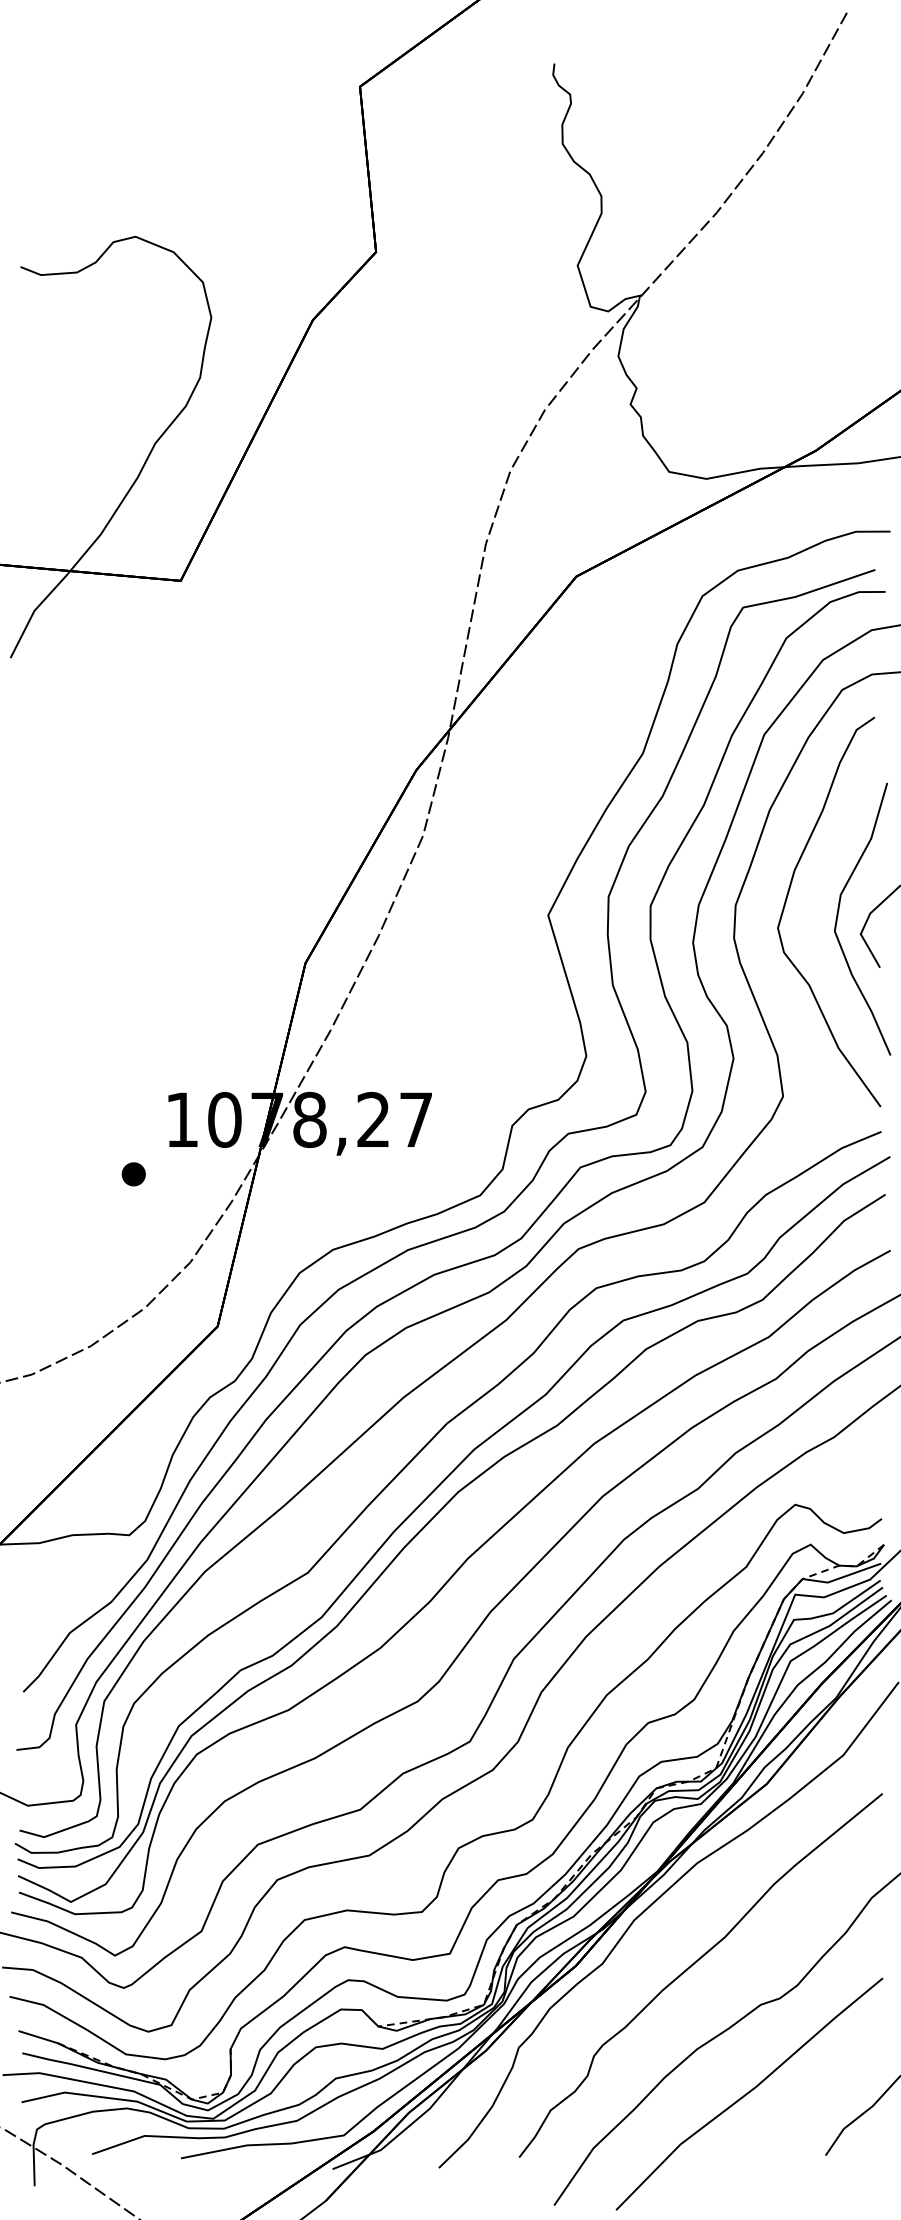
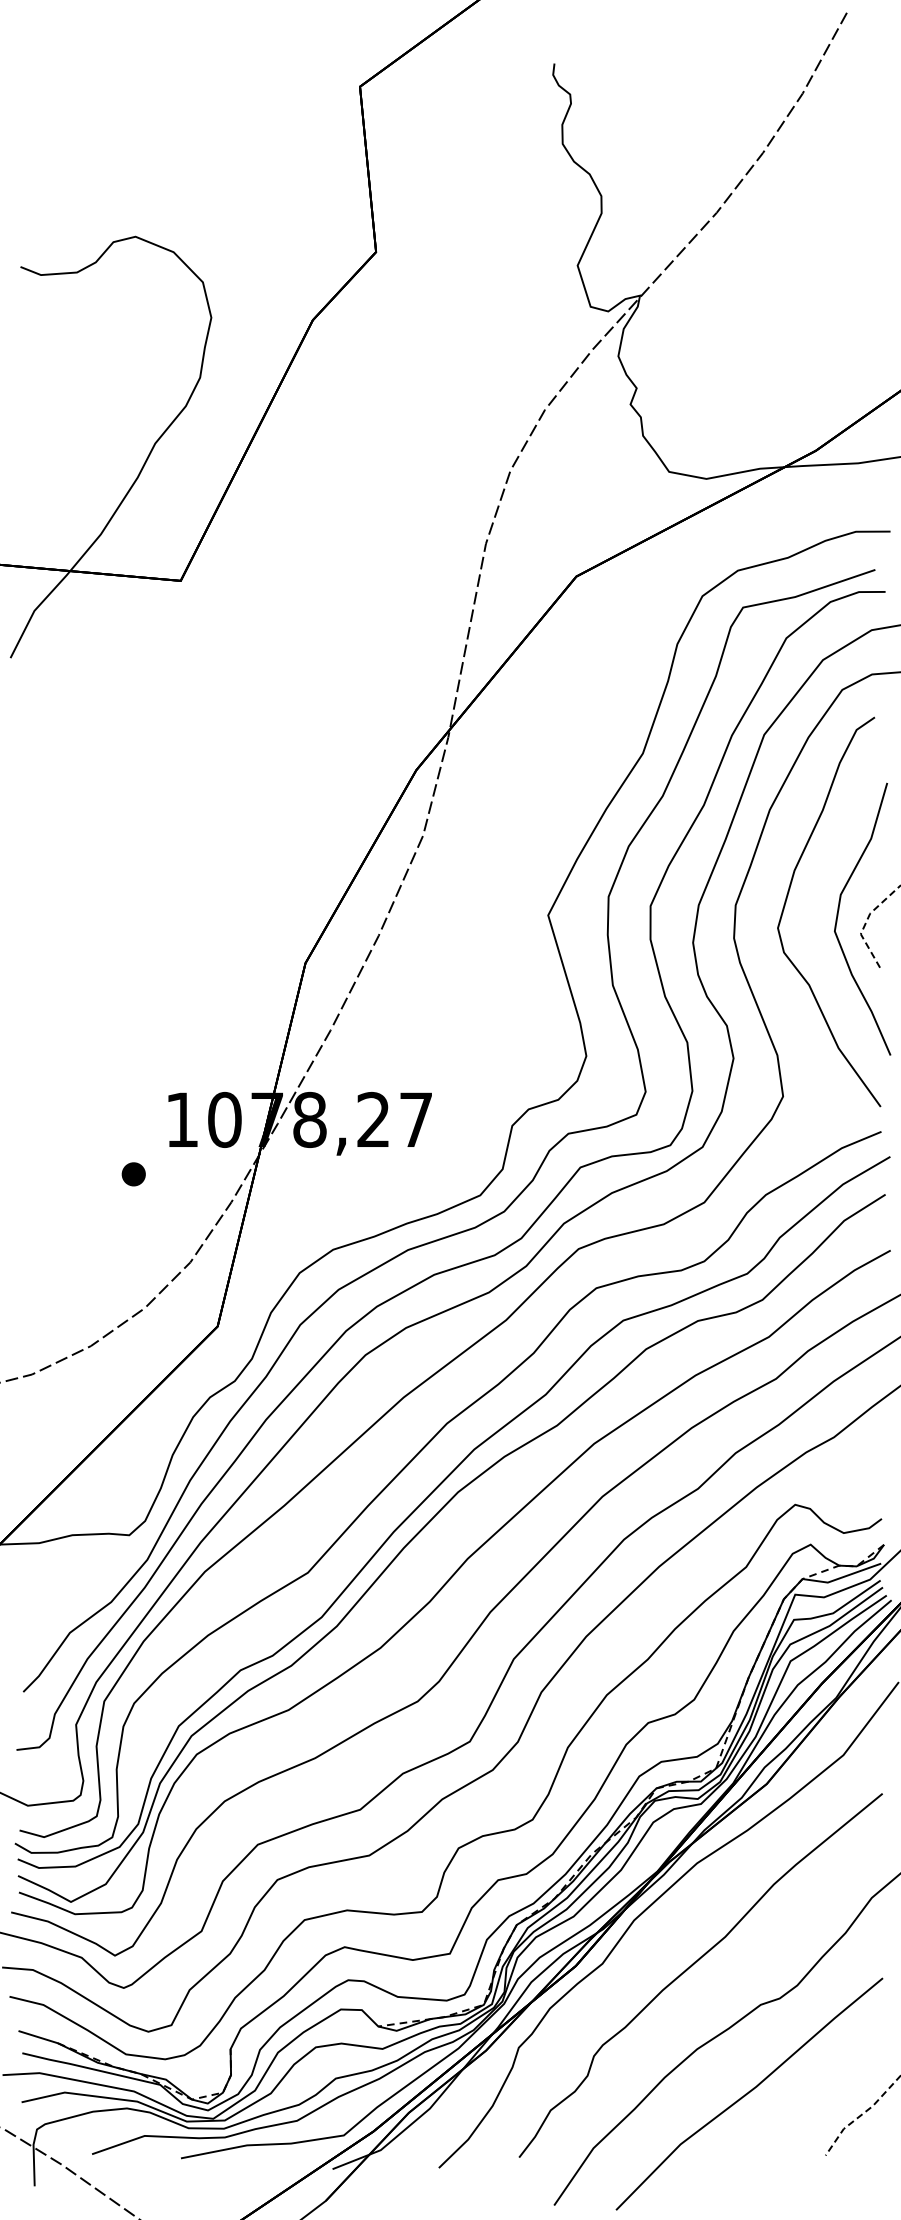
line at (866, 922): solid -> dashed
line at (861, 2115): solid -> dashed
